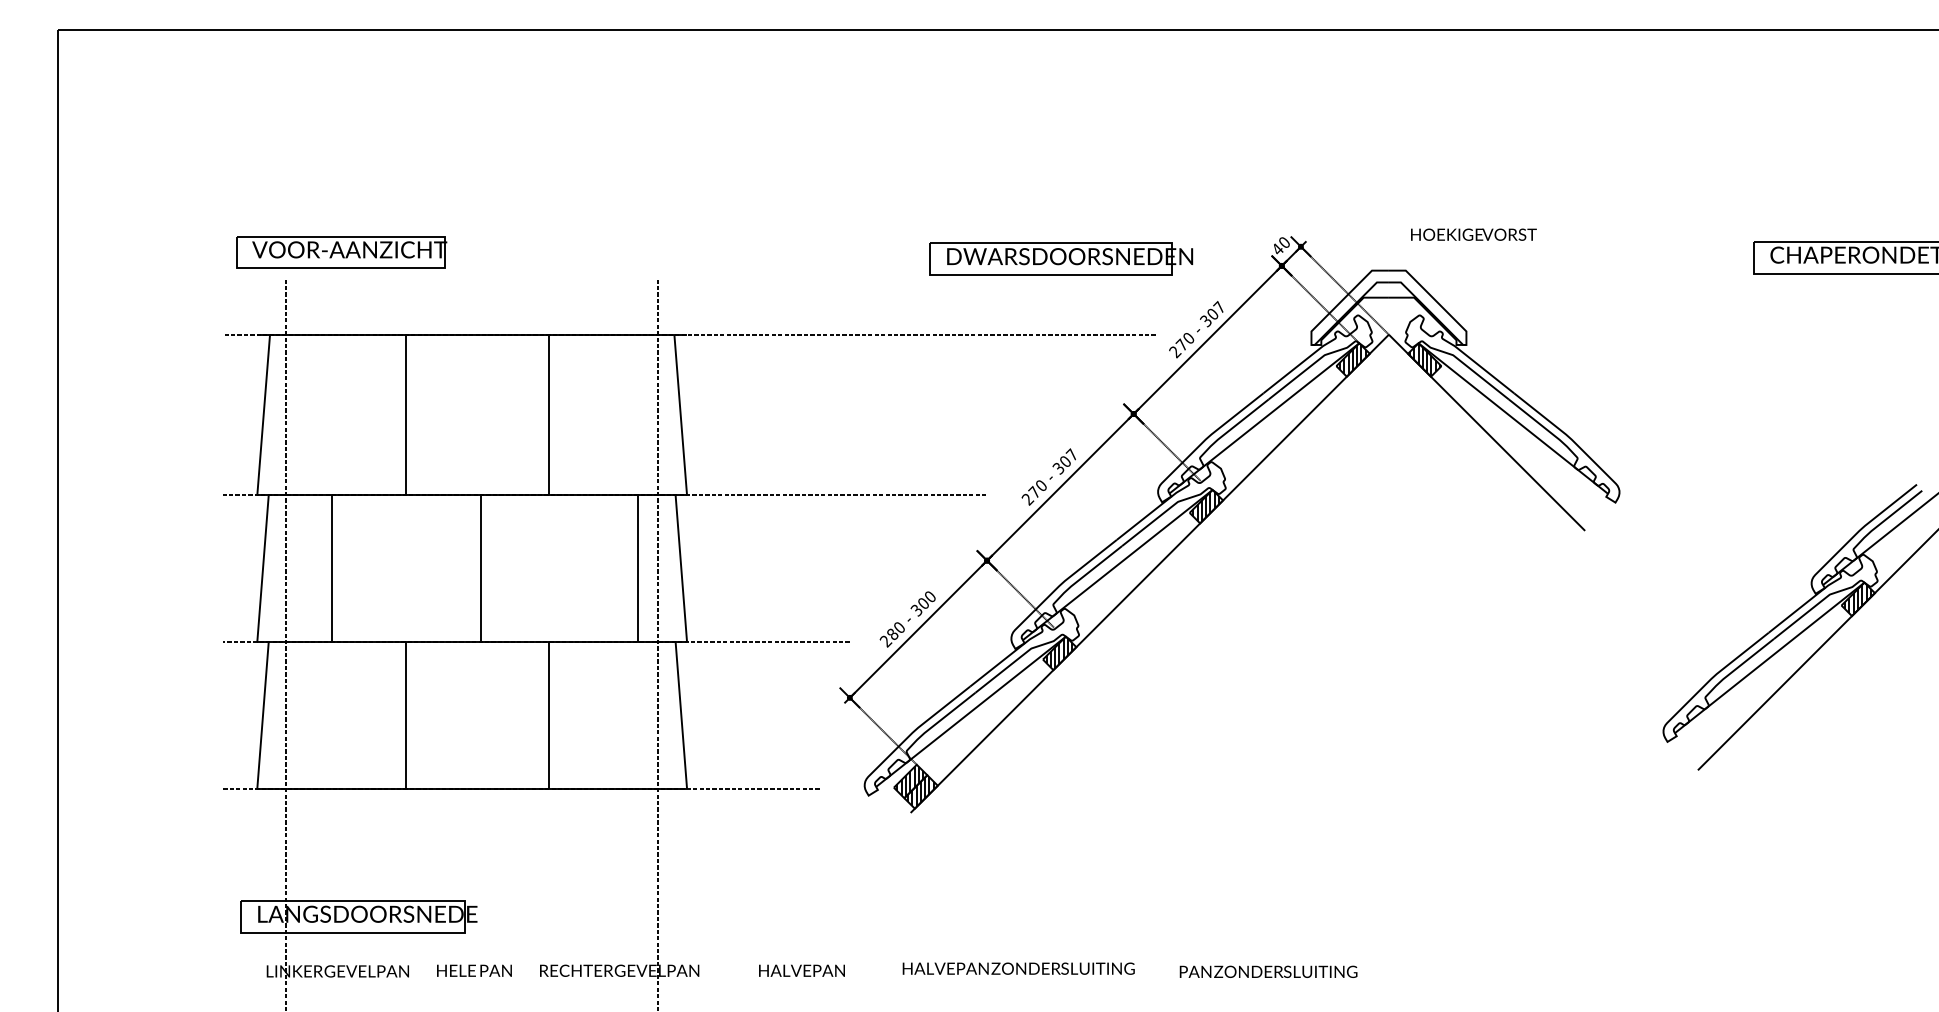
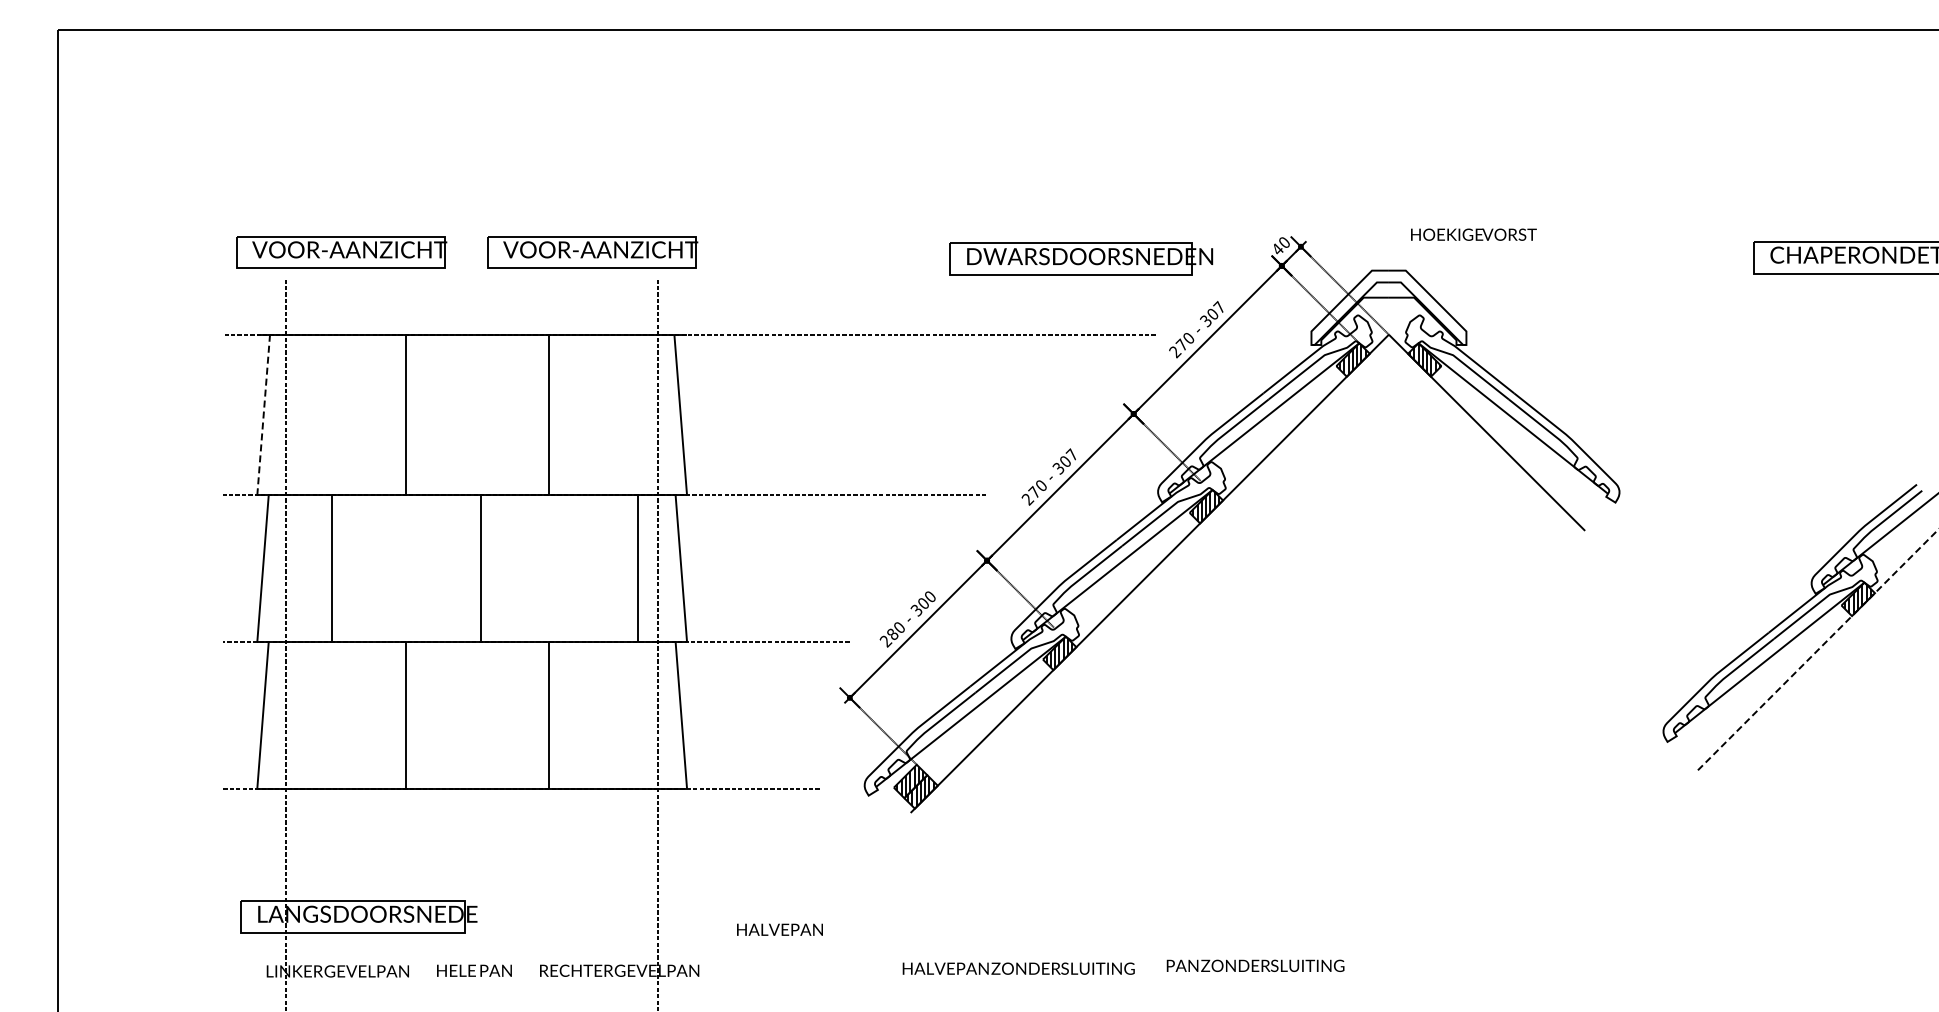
part at (592, 252): none -> present
part at (1061, 258) position: (1061, 258) -> (1081, 258)
line at (263, 414): solid -> dashed
line at (1818, 649): solid -> dashed
text at (801, 970) position: (801, 970) -> (779, 929)
text at (1268, 971) position: (1268, 971) -> (1255, 965)
